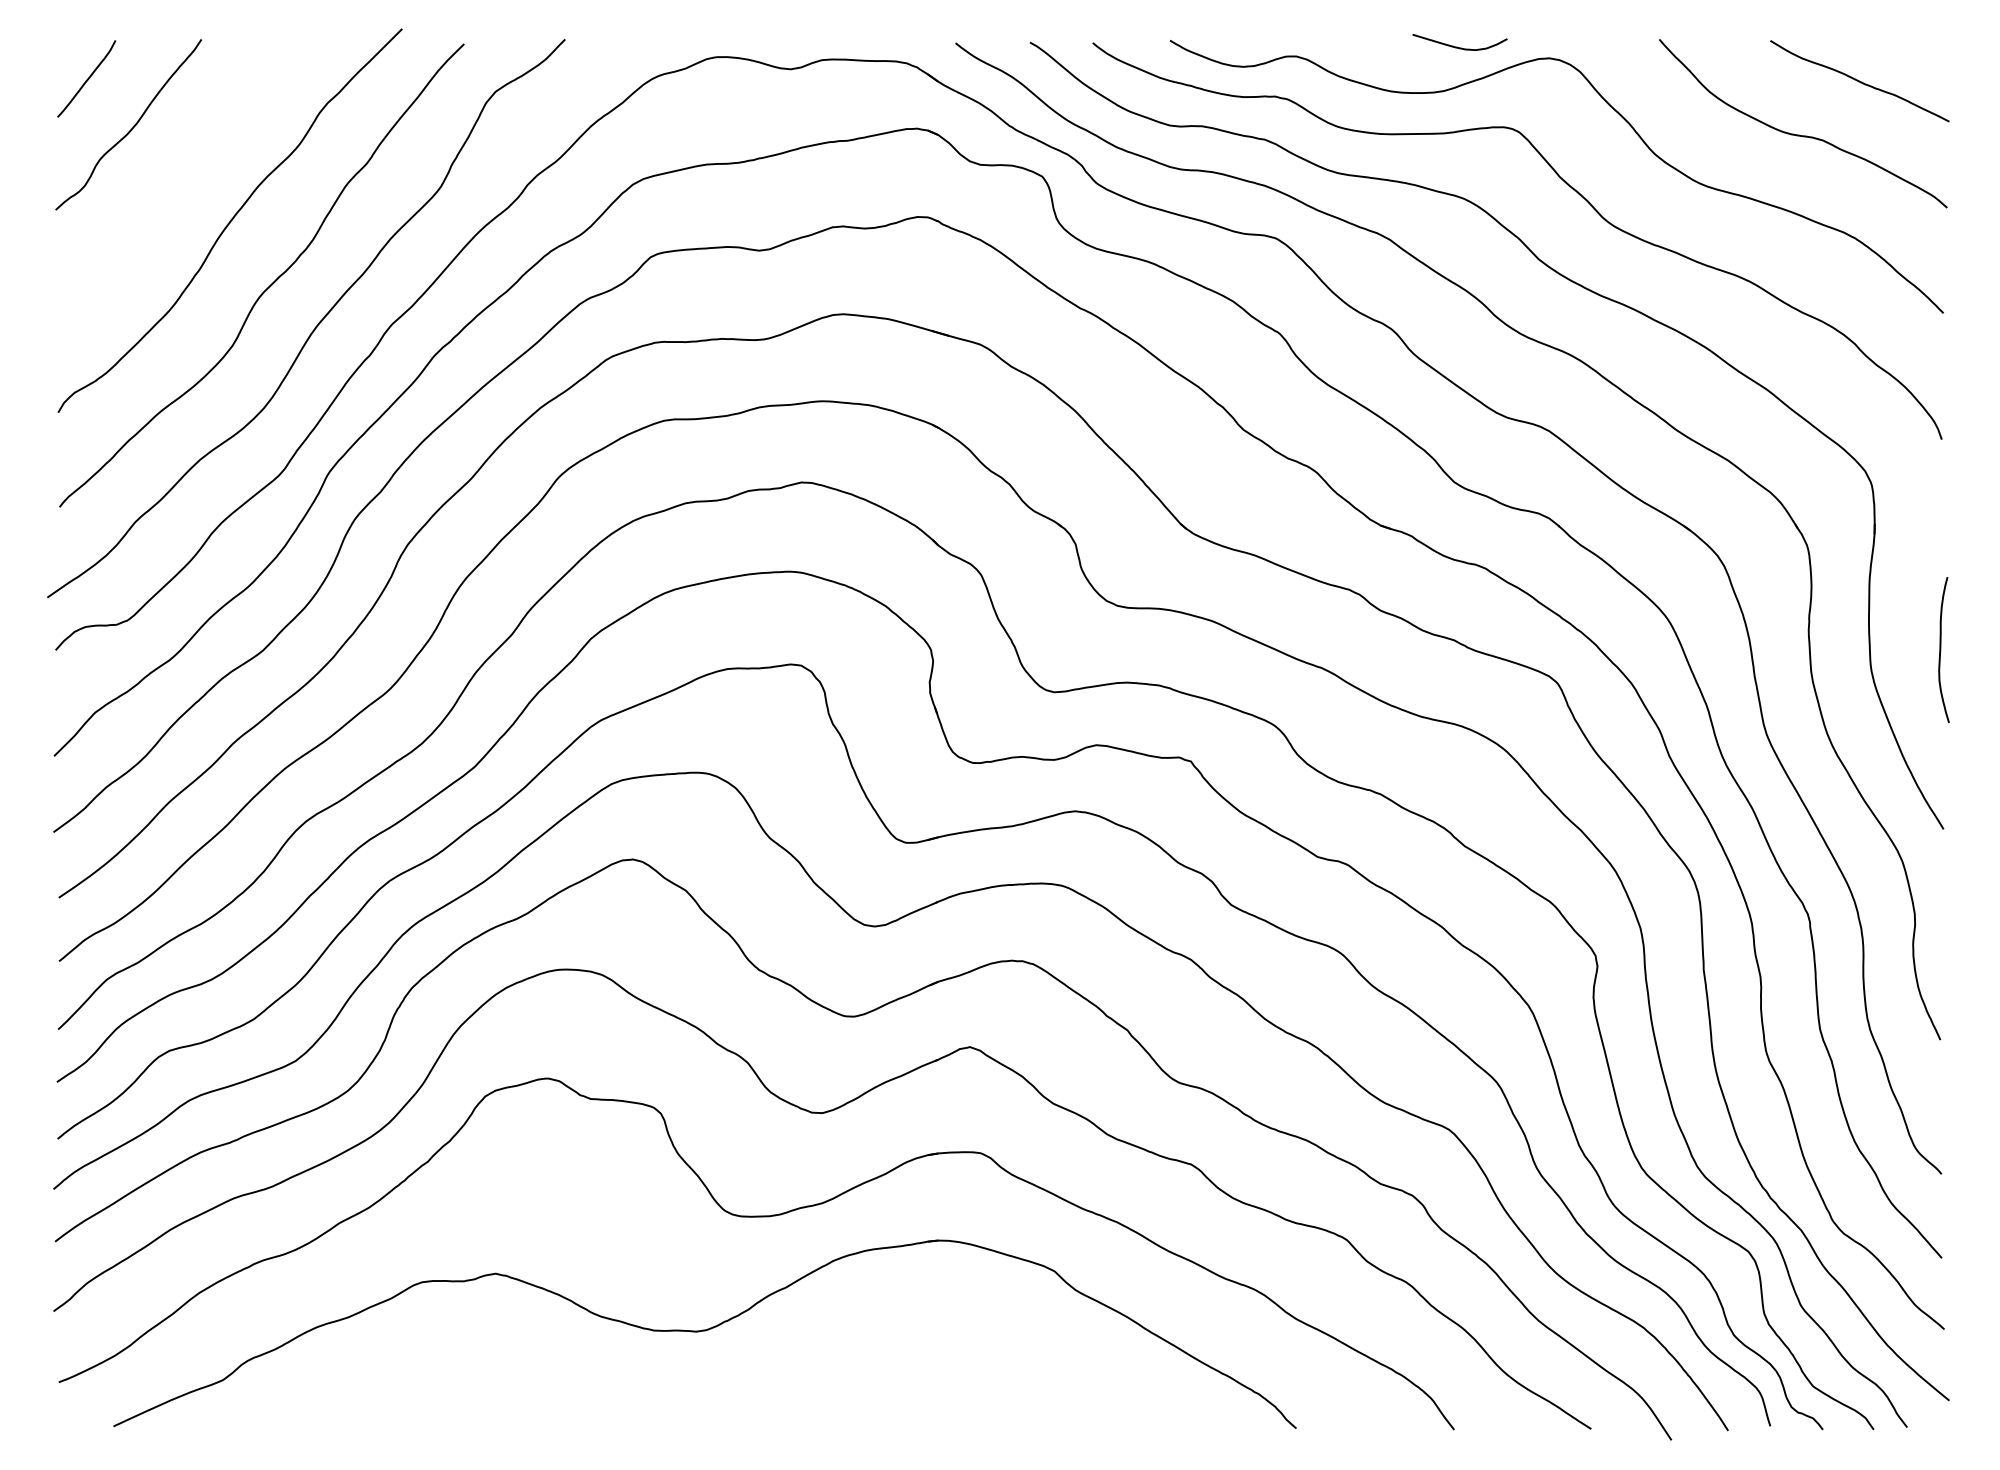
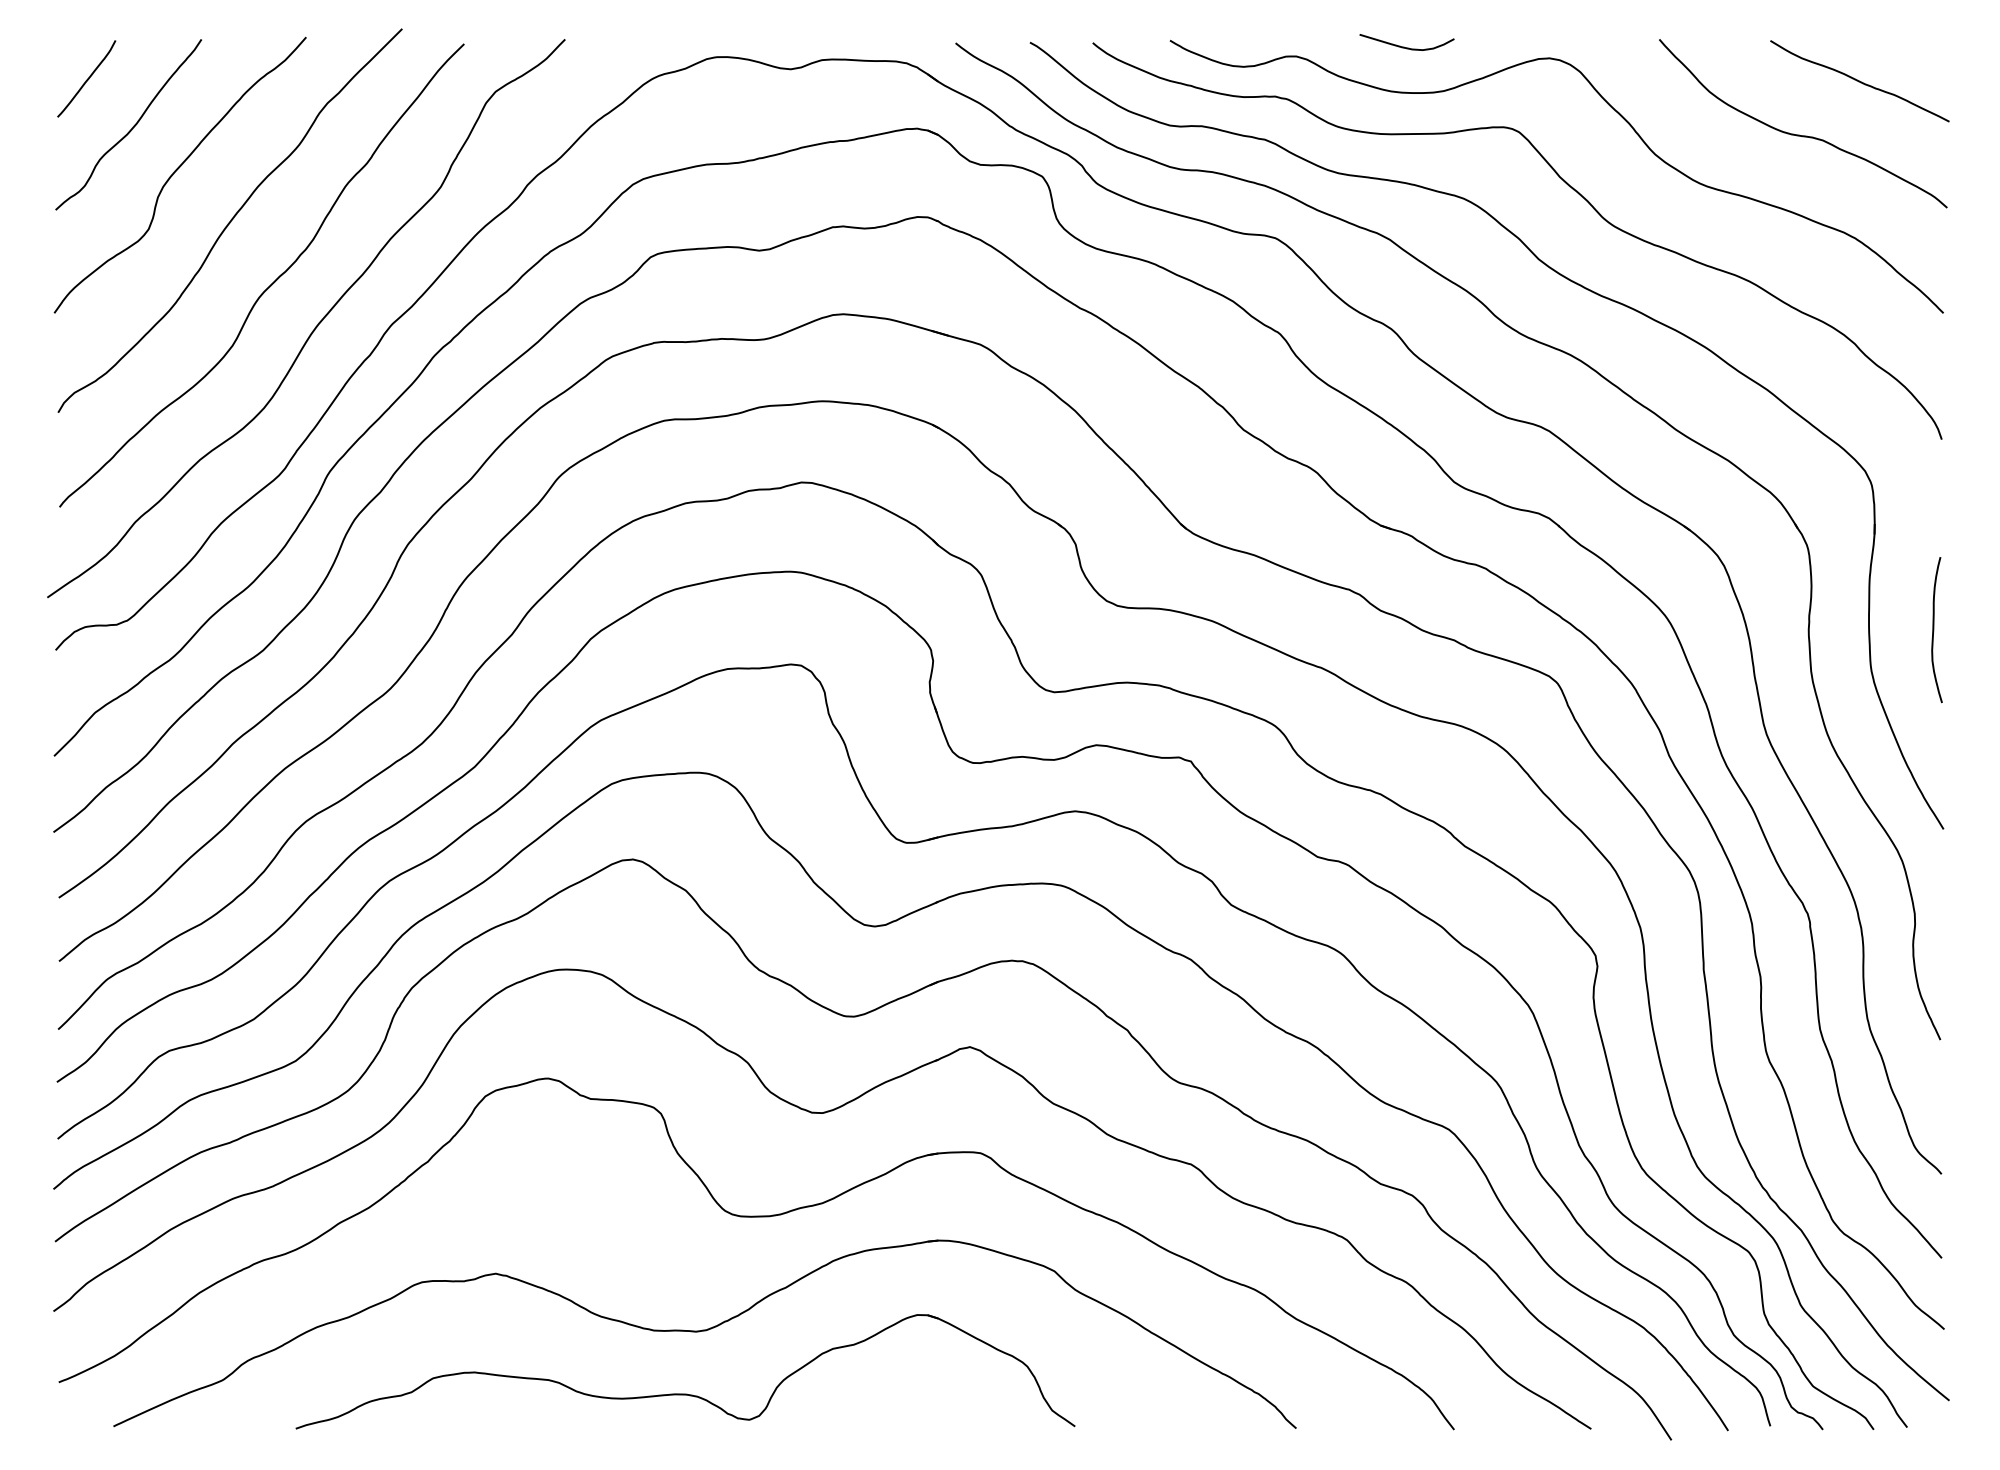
curve at (1457, 46) position: (1457, 46) -> (1404, 46)
curve at (176, 171): none -> present
curve at (1941, 650) position: (1941, 650) -> (1934, 630)
part at (685, 1393): none -> present
